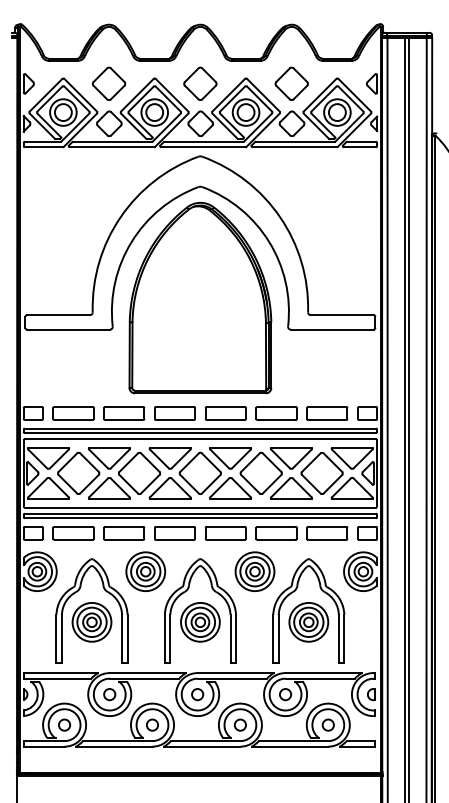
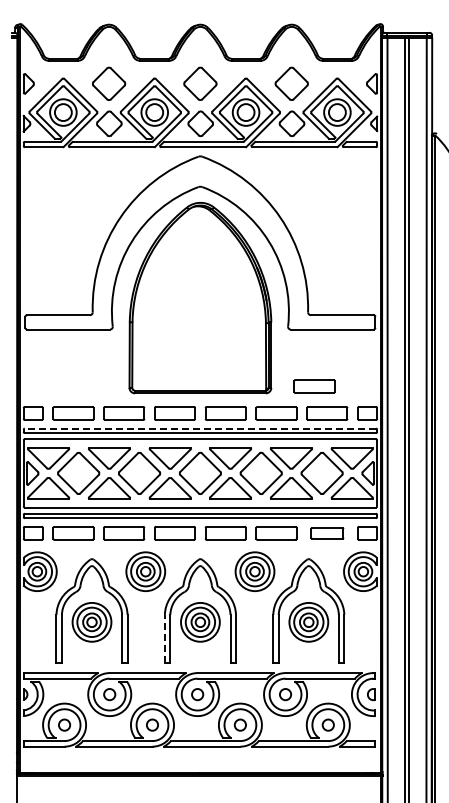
part at (314, 386): none -> present
line at (200, 428): solid -> dashed
part at (327, 533) size: 43x15 px -> 35x13 px
line at (164, 638): solid -> dashed
